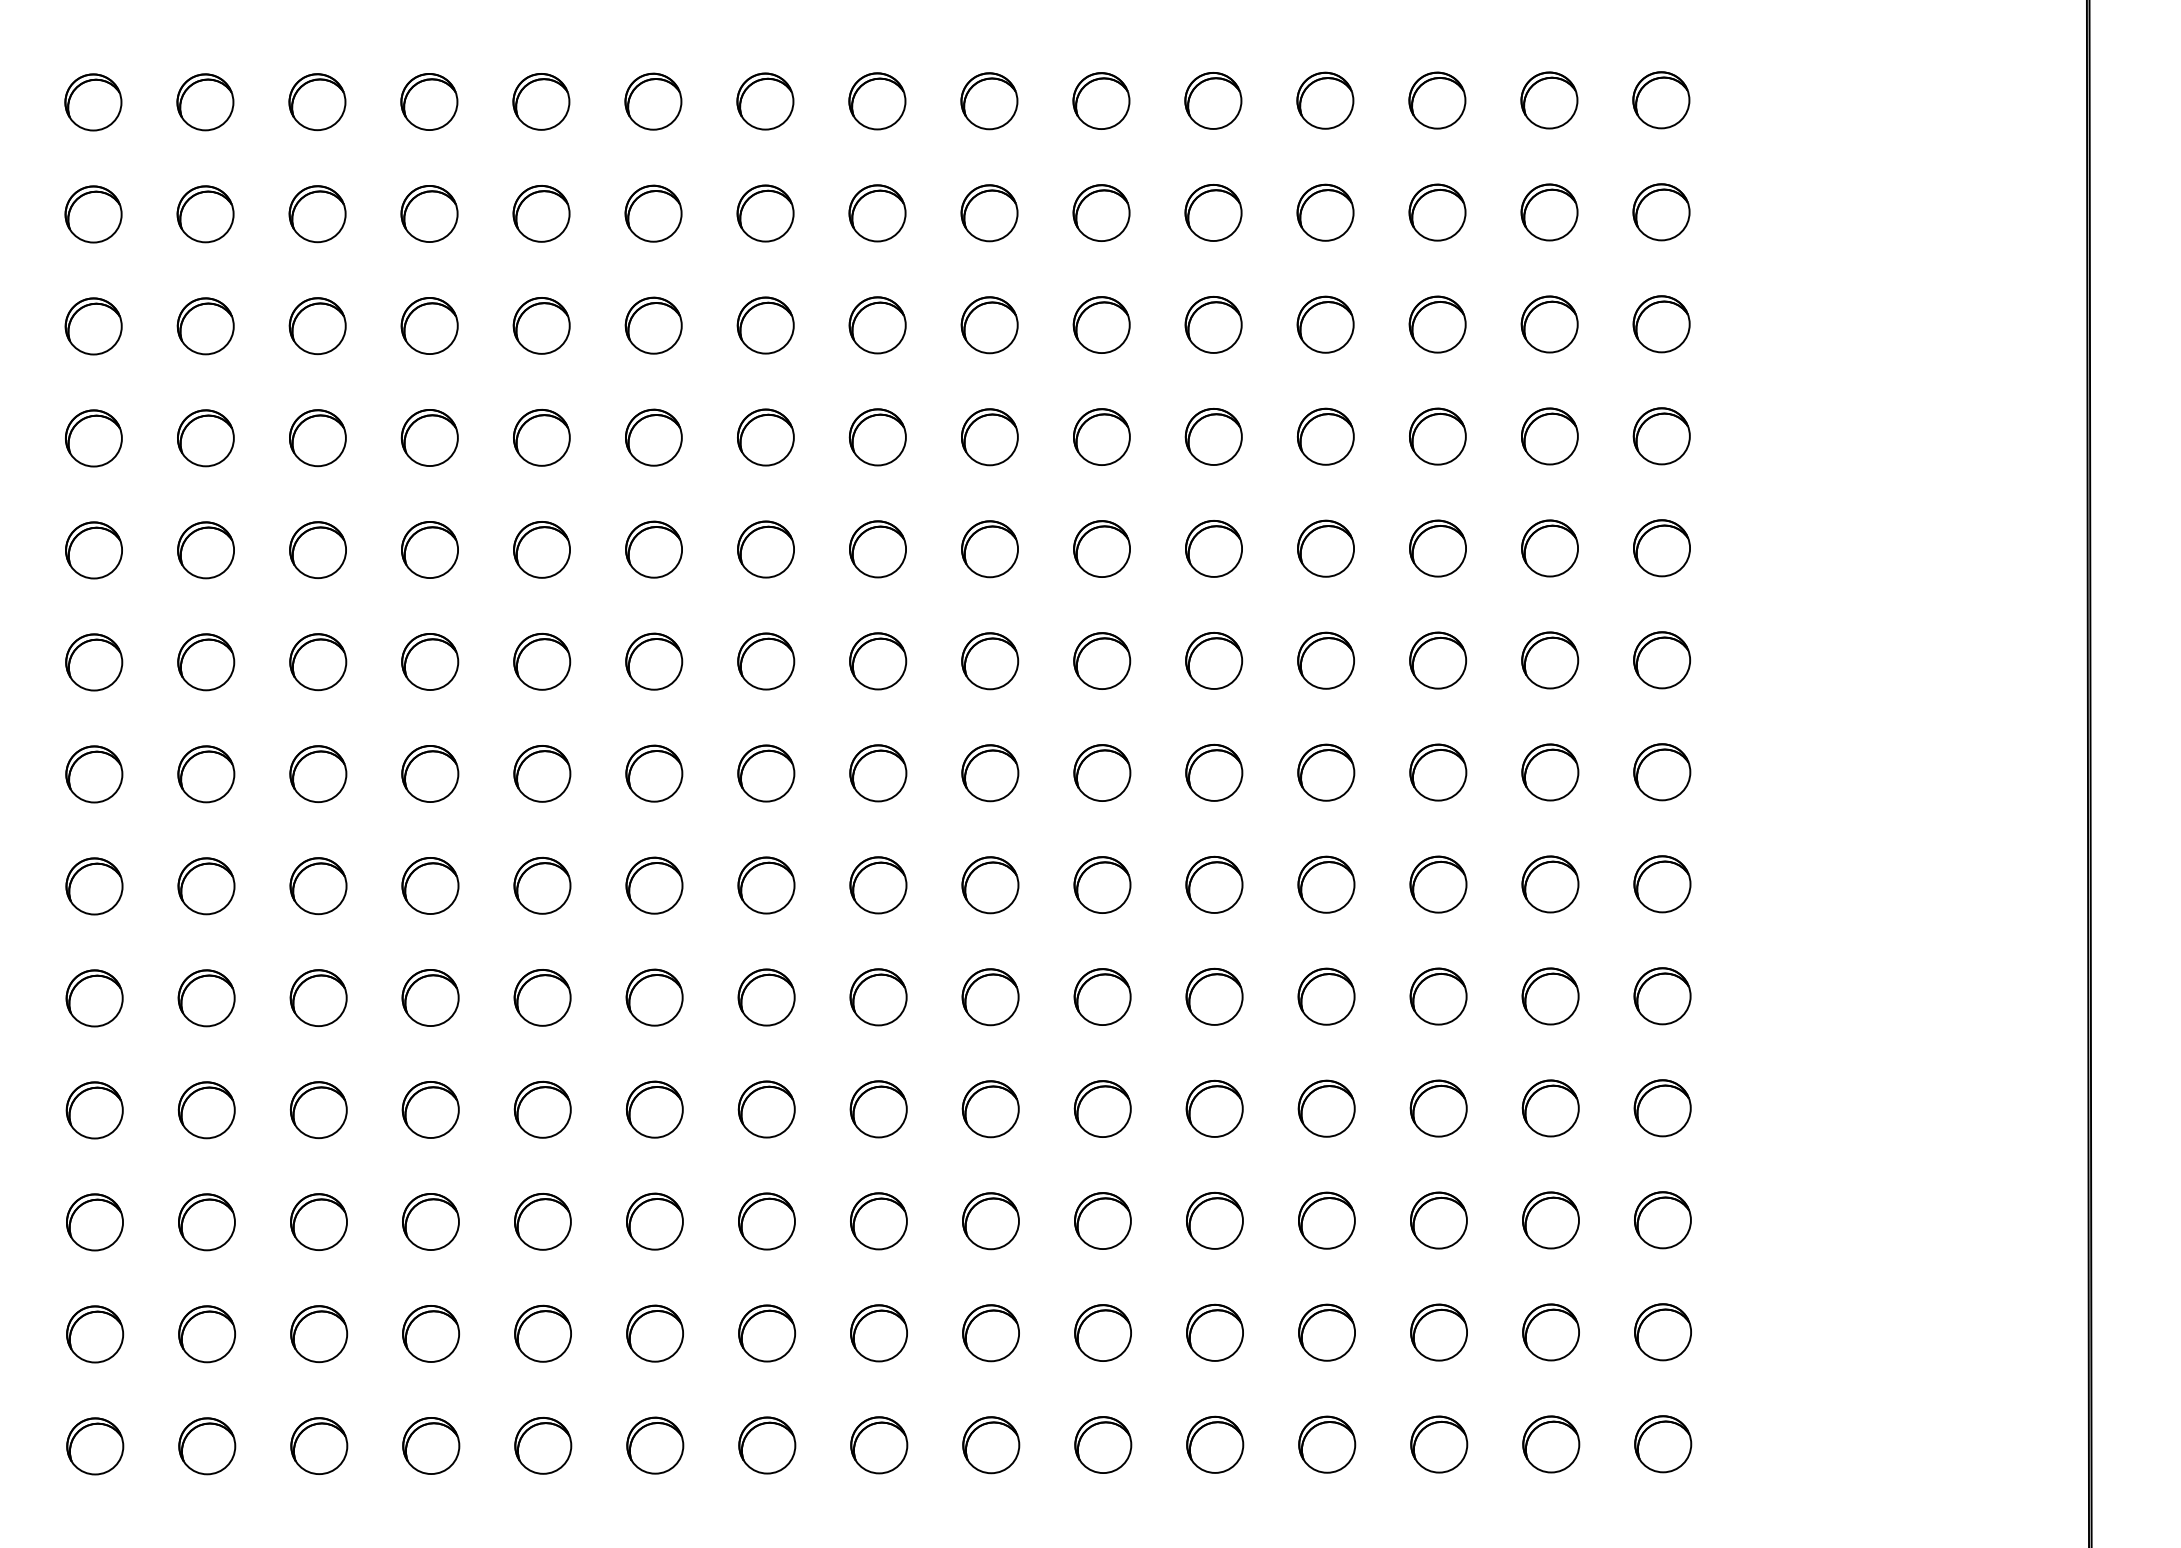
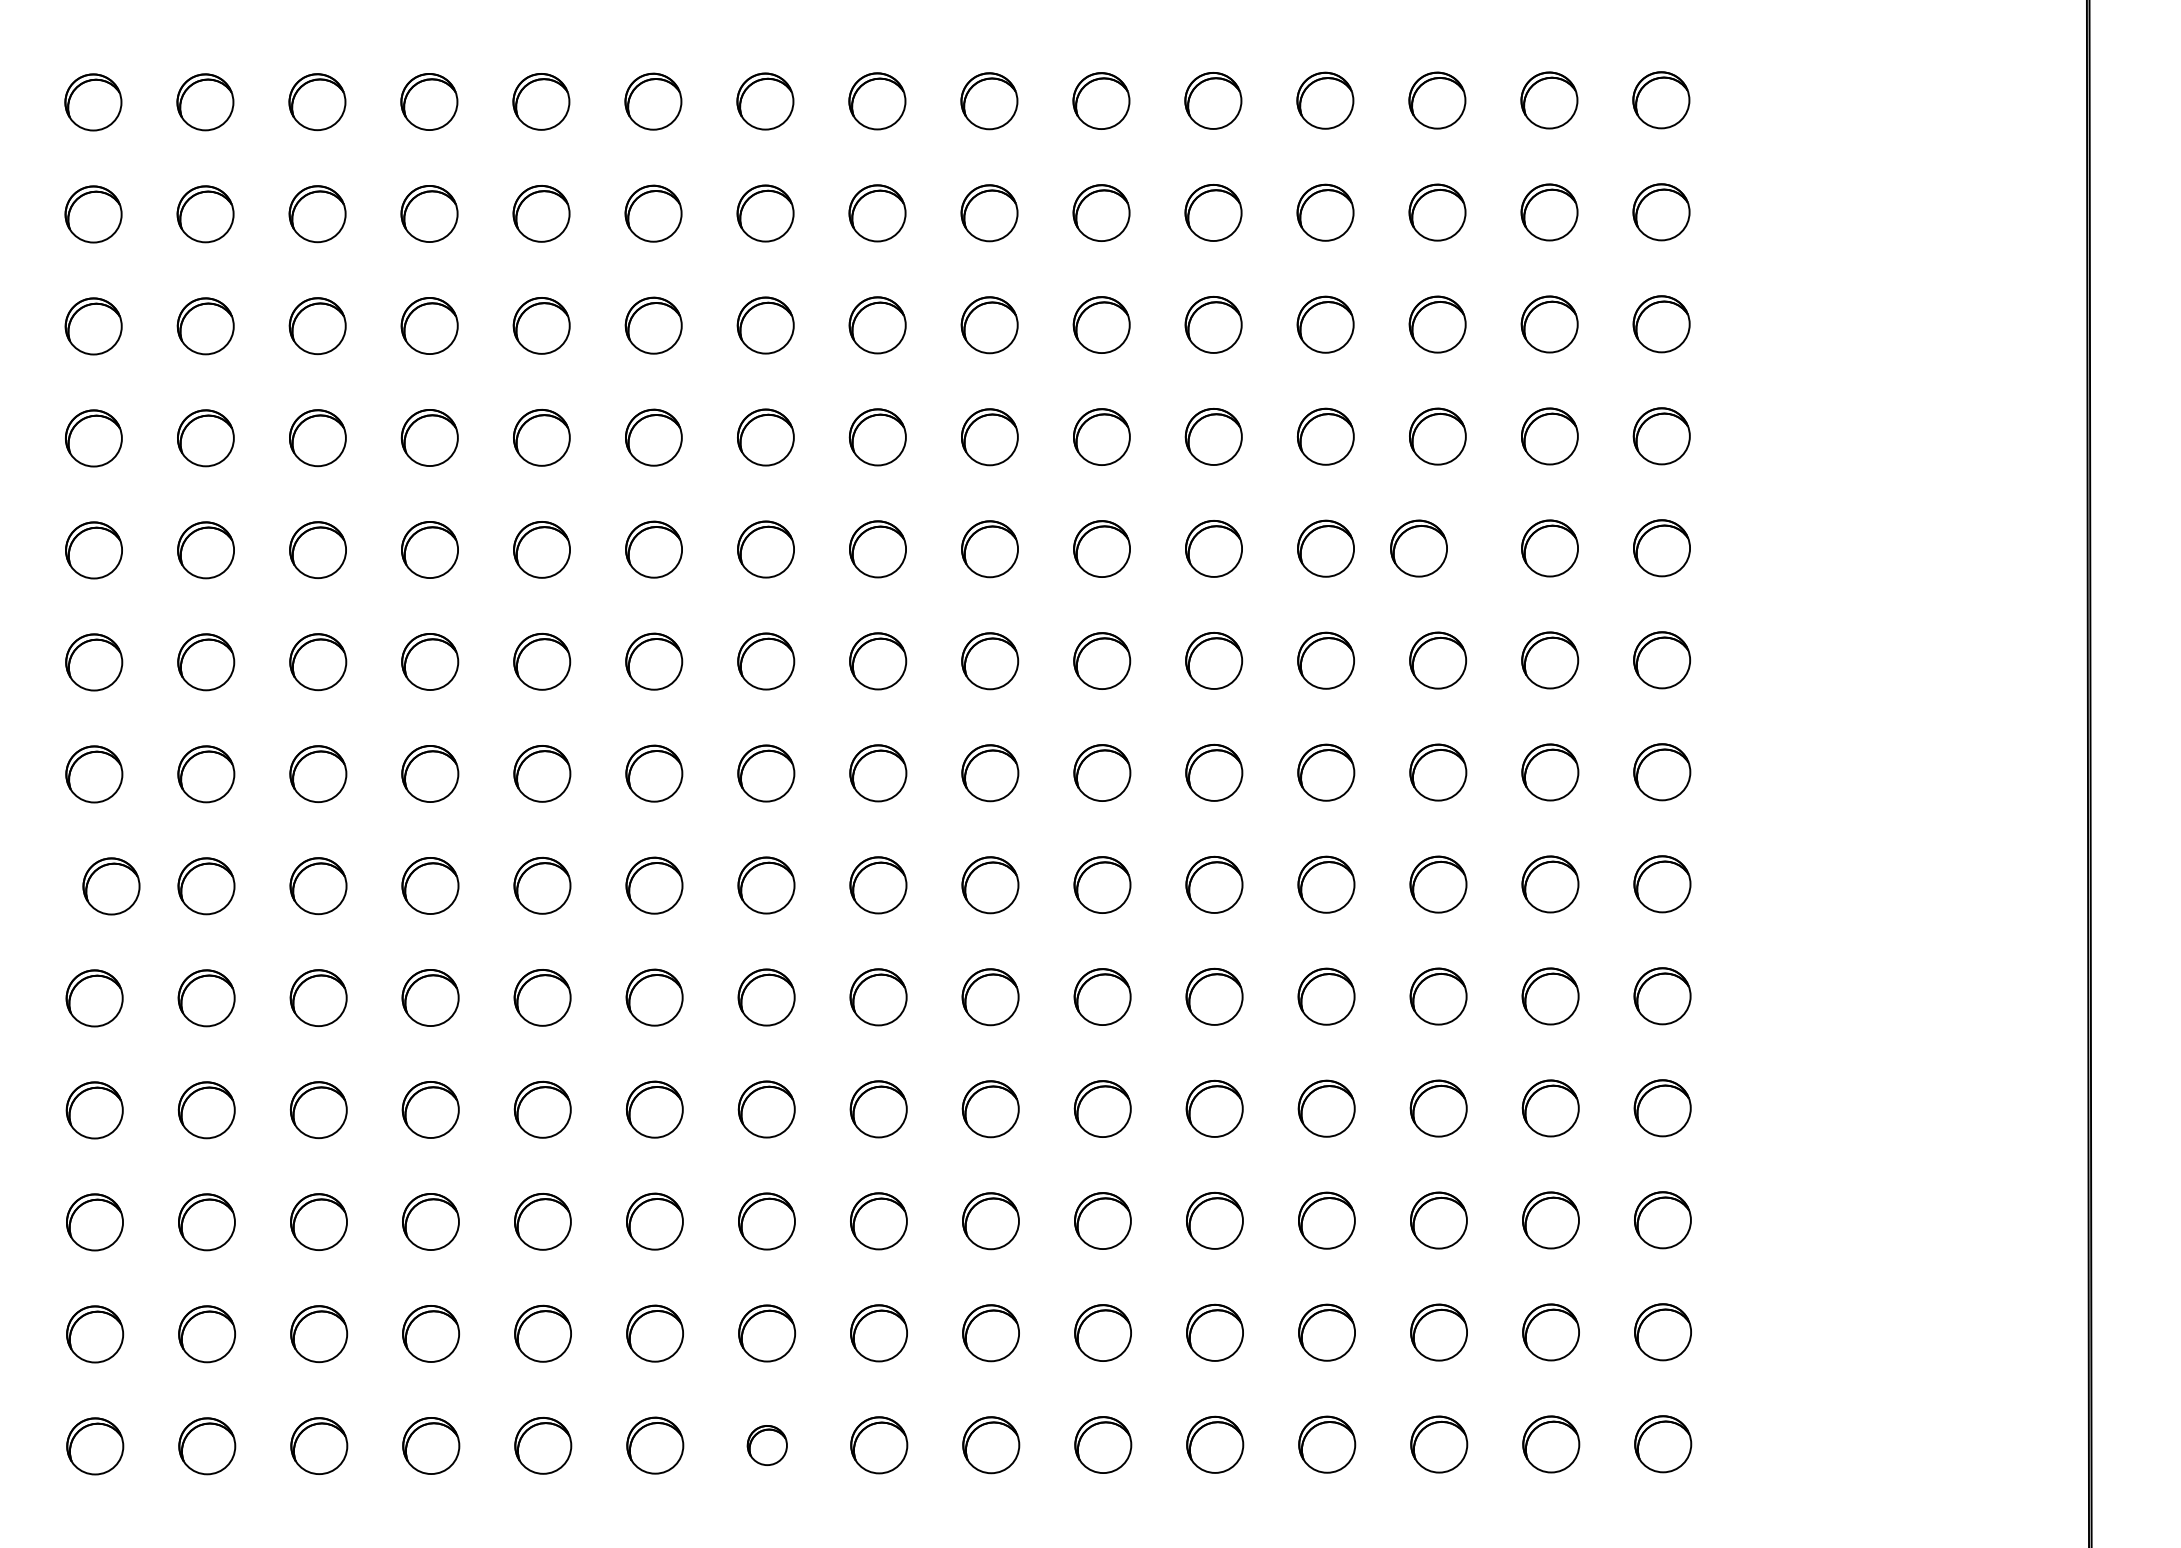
part at (1437, 548) position: (1437, 548) -> (1418, 548)
part at (94, 886) position: (94, 886) -> (111, 886)
part at (767, 1445) size: 59x59 px -> 42x41 px
